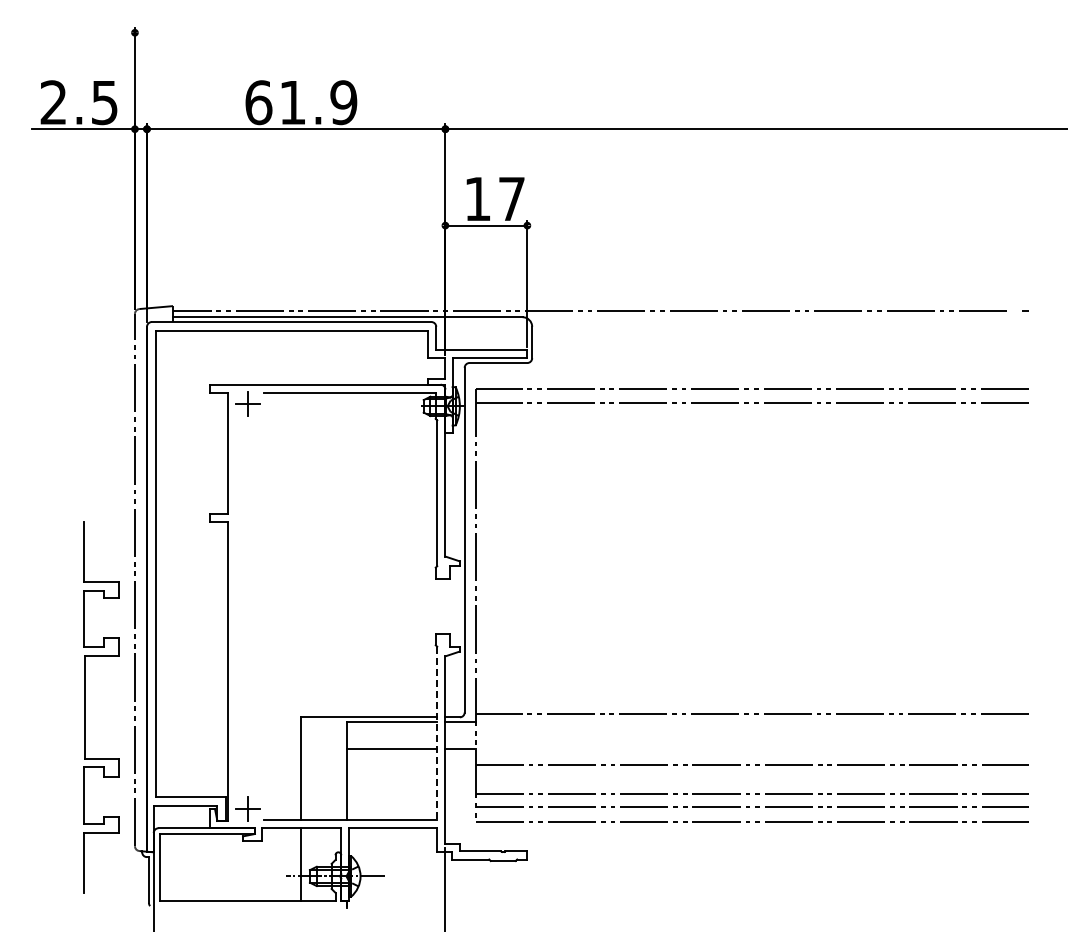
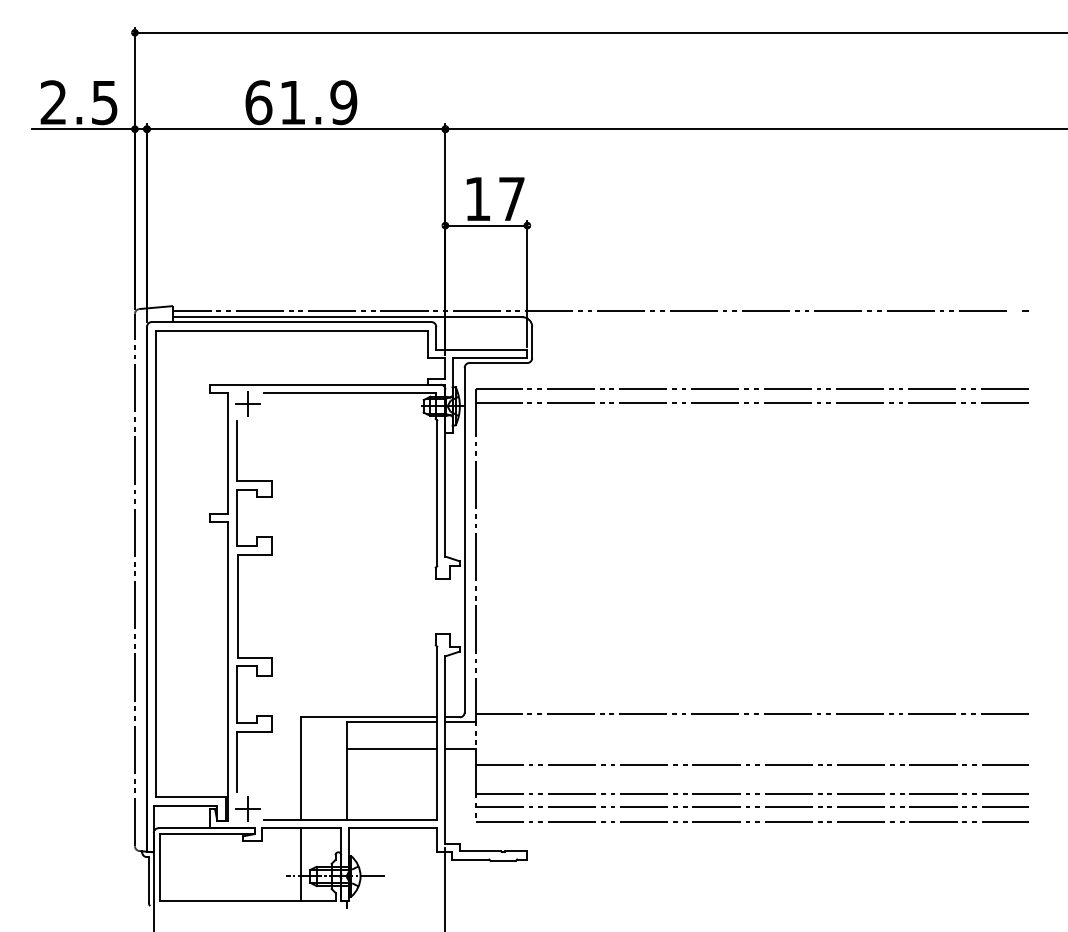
line at (599, 32): none -> present
part at (85, 707) position: (85, 707) -> (238, 606)
line at (437, 733): dashed -> solid
